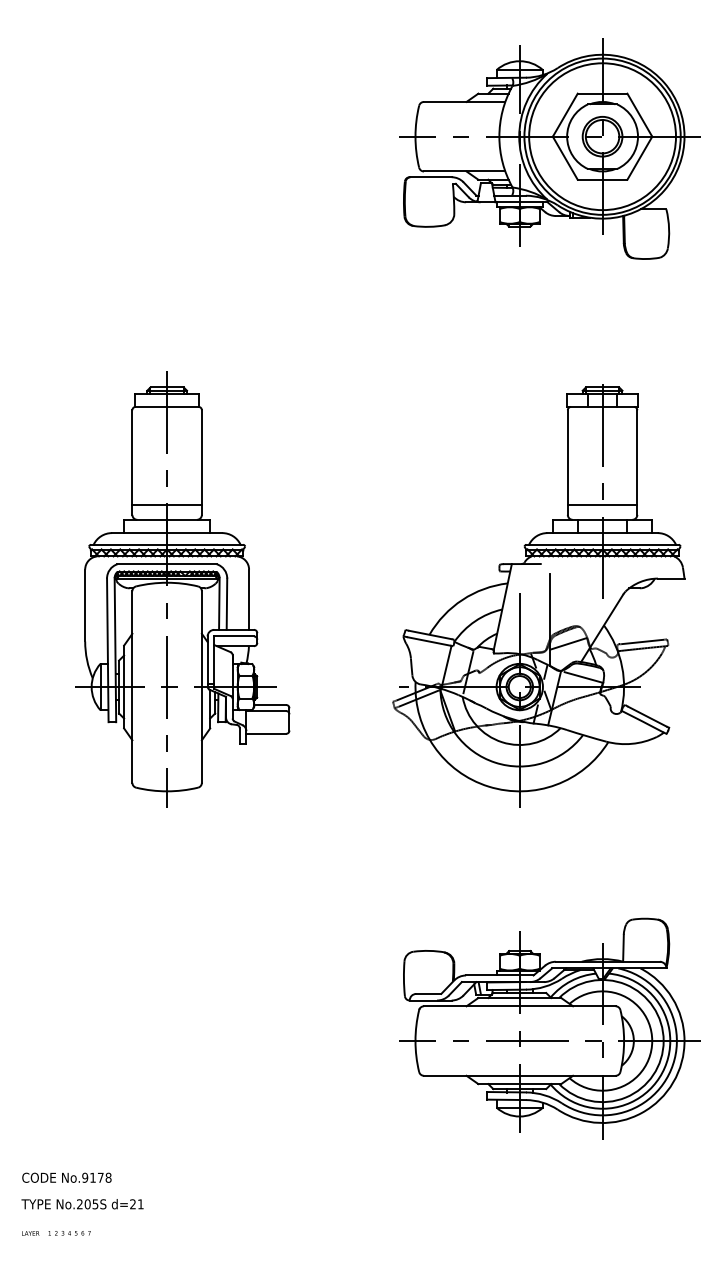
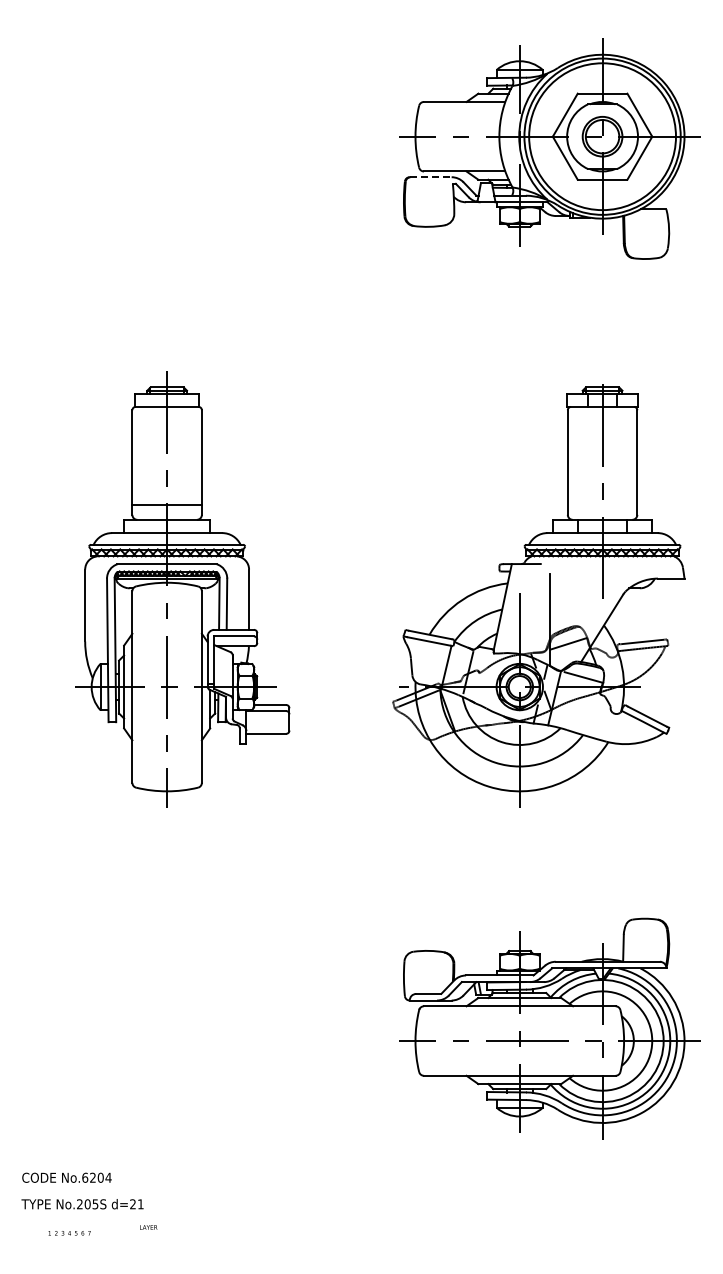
line at (430, 177): solid -> dashed
line at (602, 505): present -> none
text at (96, 1177): No.9178 -> No.6204
text at (30, 1233) position: (30, 1233) -> (148, 1227)
